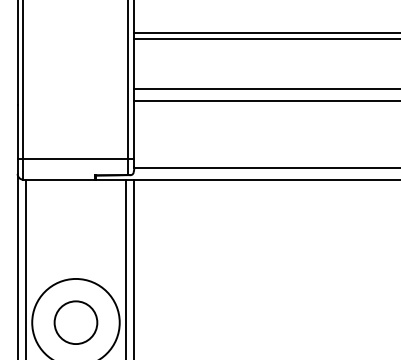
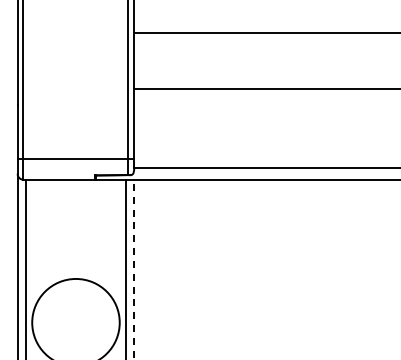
line at (265, 38): present -> none
line at (265, 101): present -> none
line at (134, 269): solid -> dashed
circle at (75, 322): present -> none
